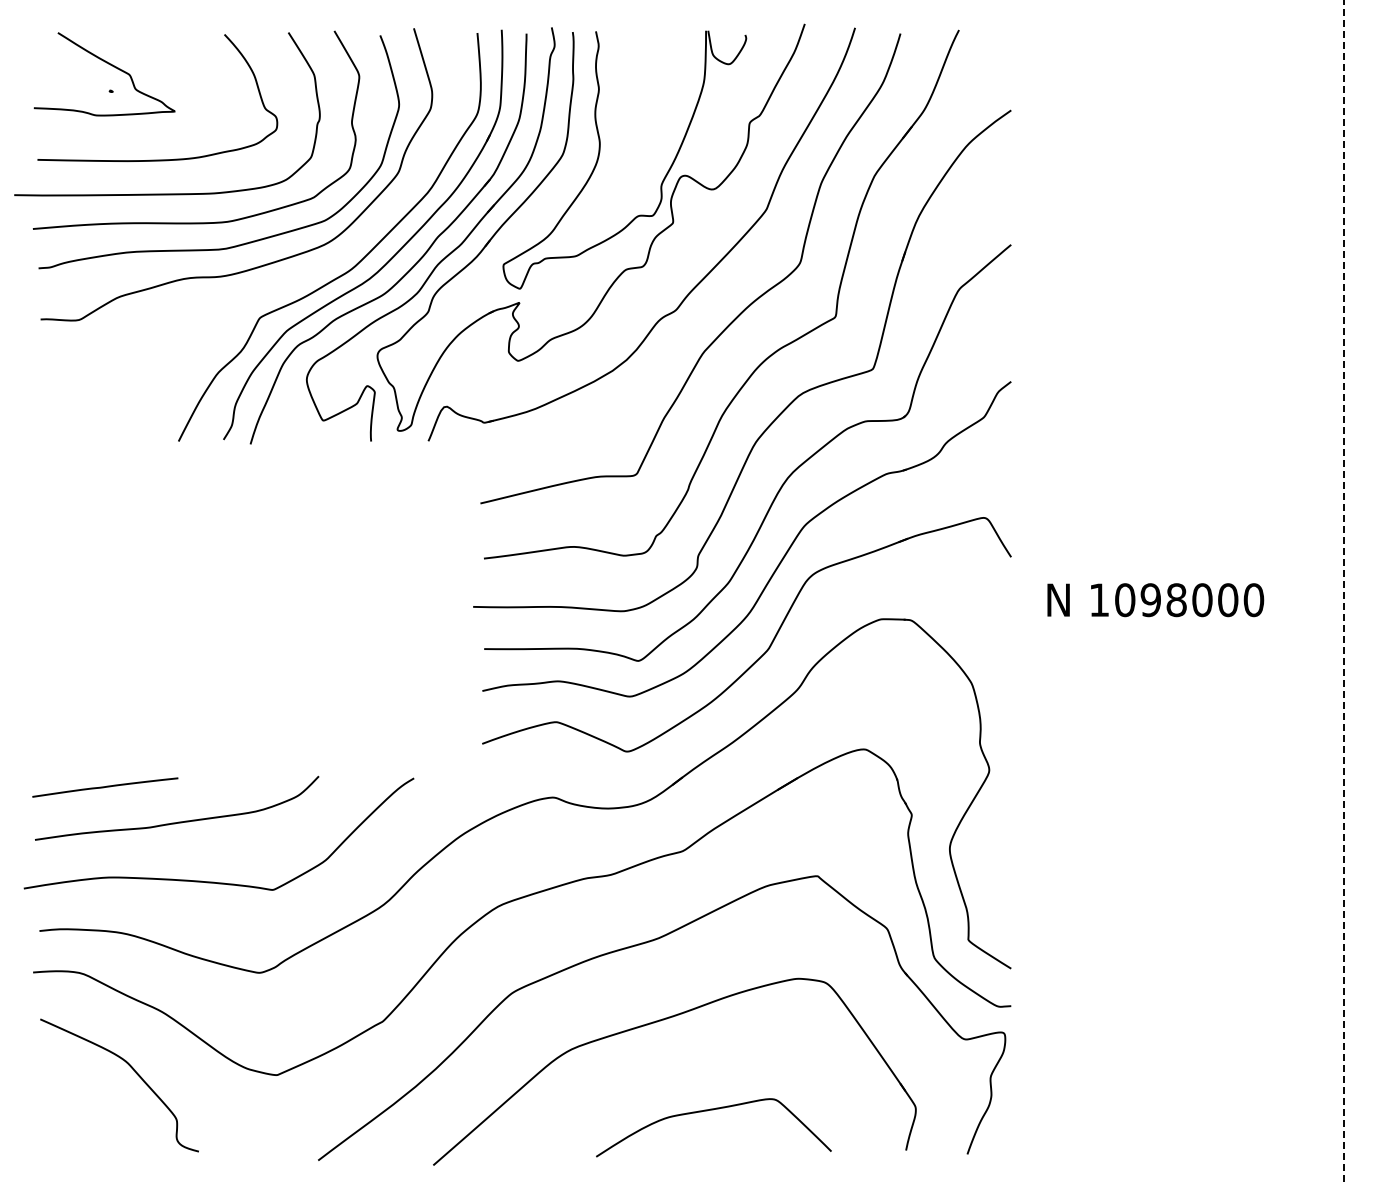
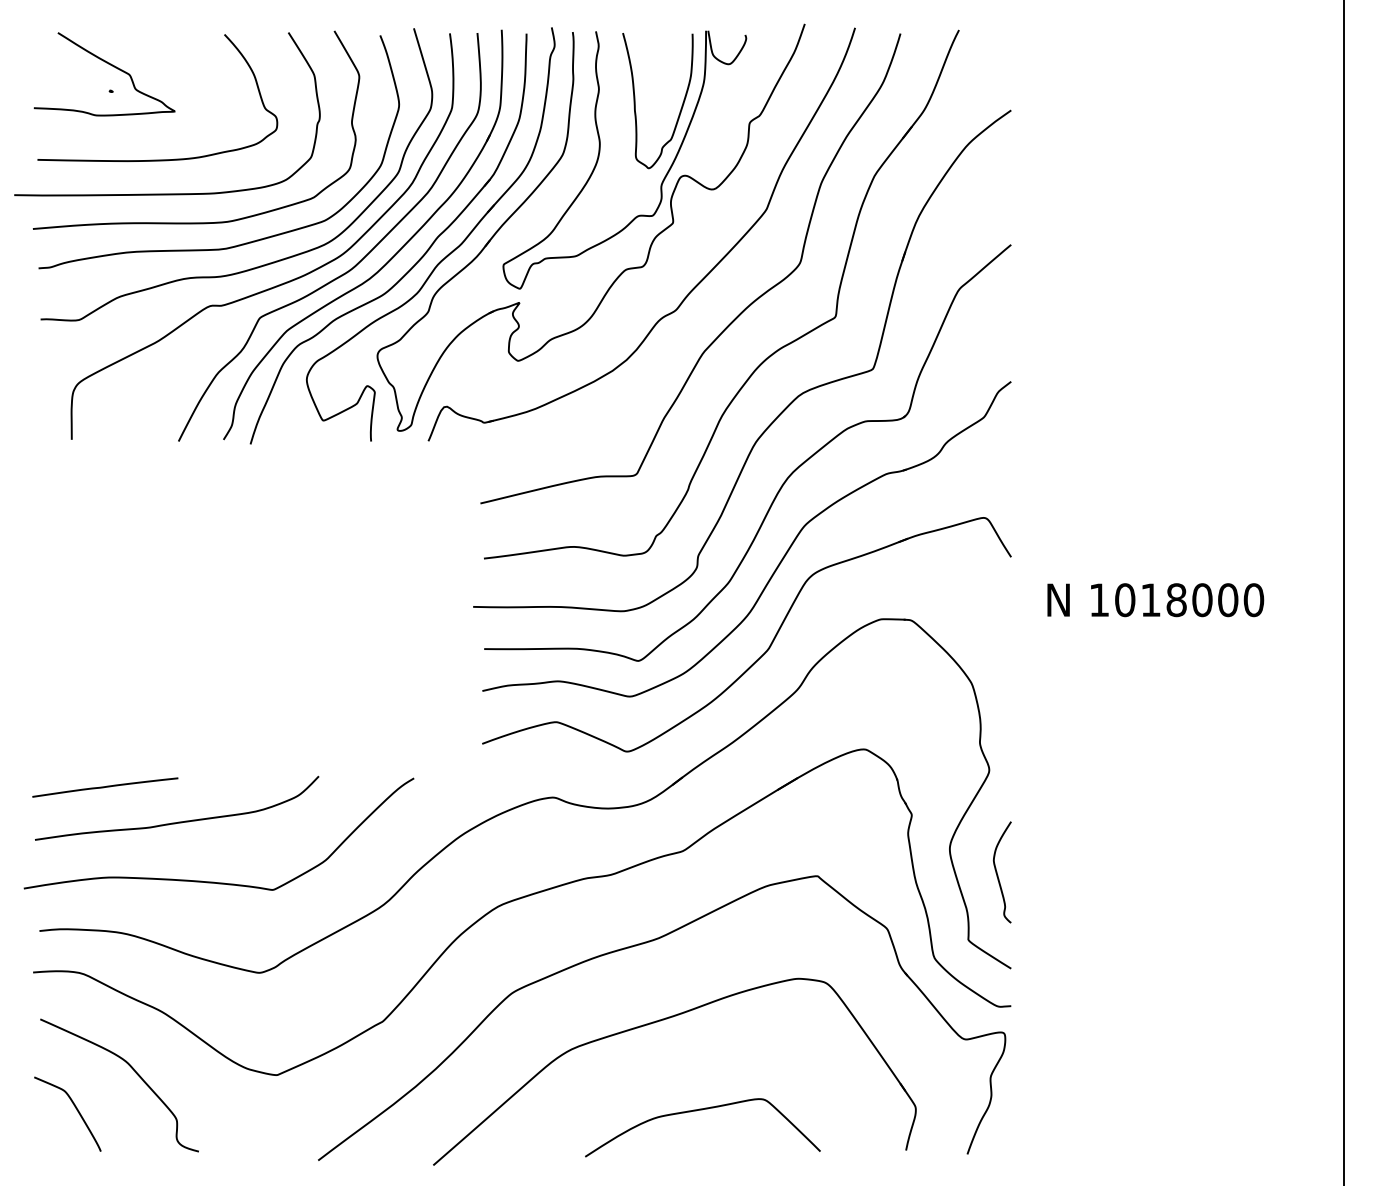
curve at (635, 101): none -> present
curve at (283, 282): none -> present
line at (1344, 592): dashed -> solid
text at (1150, 600): 1098000 -> 1018000
curve at (997, 872): none -> present
curve at (75, 1108): none -> present
curve at (713, 1110) position: (713, 1110) -> (702, 1110)
